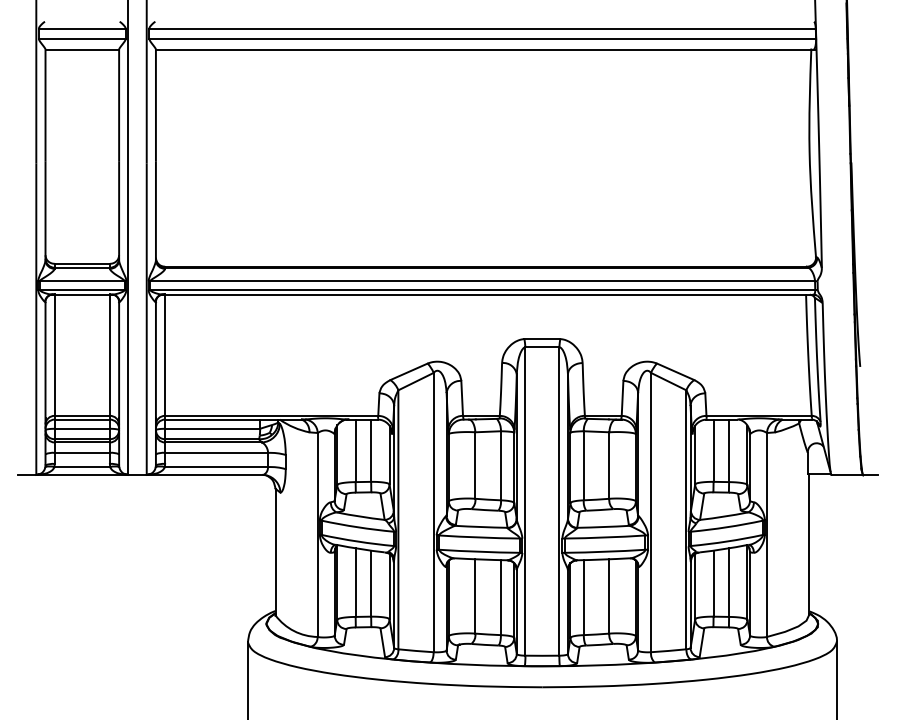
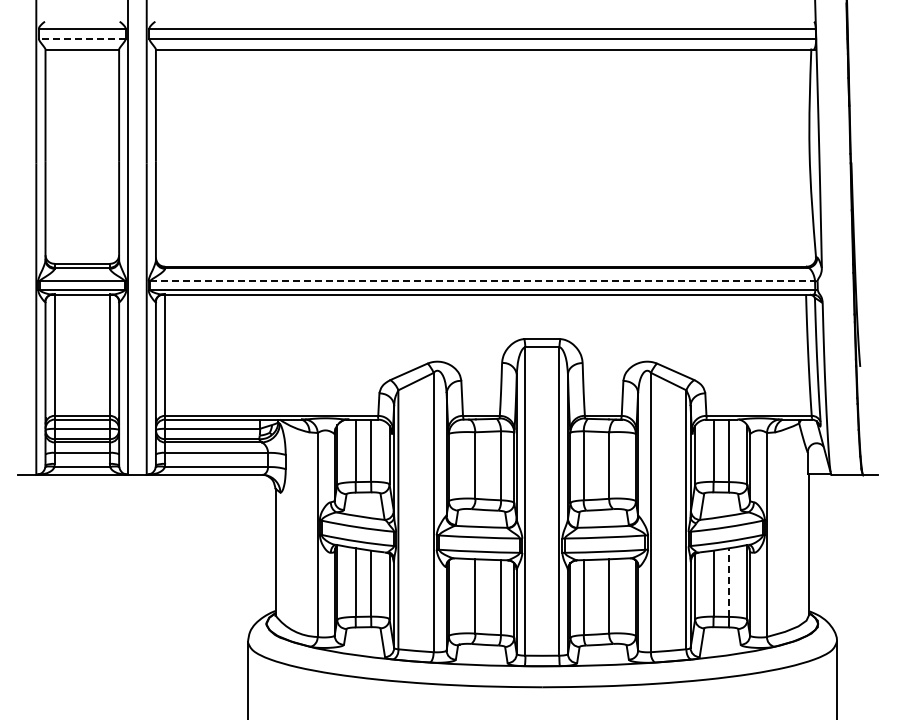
line at (81, 38): solid -> dashed
line at (483, 281): solid -> dashed
line at (729, 582): solid -> dashed
